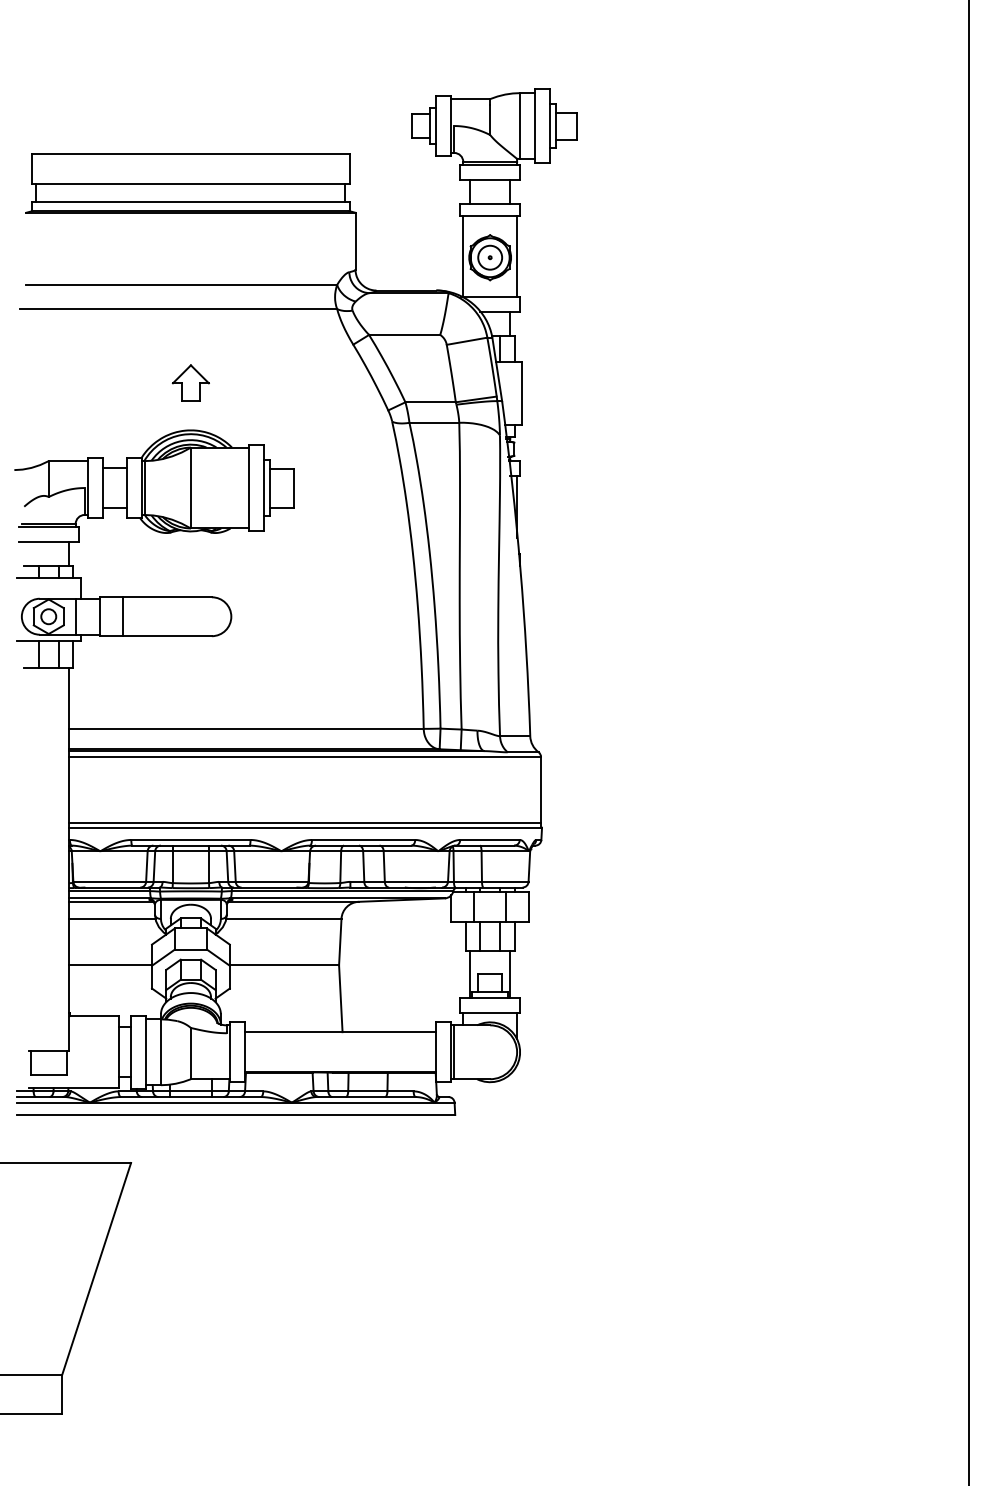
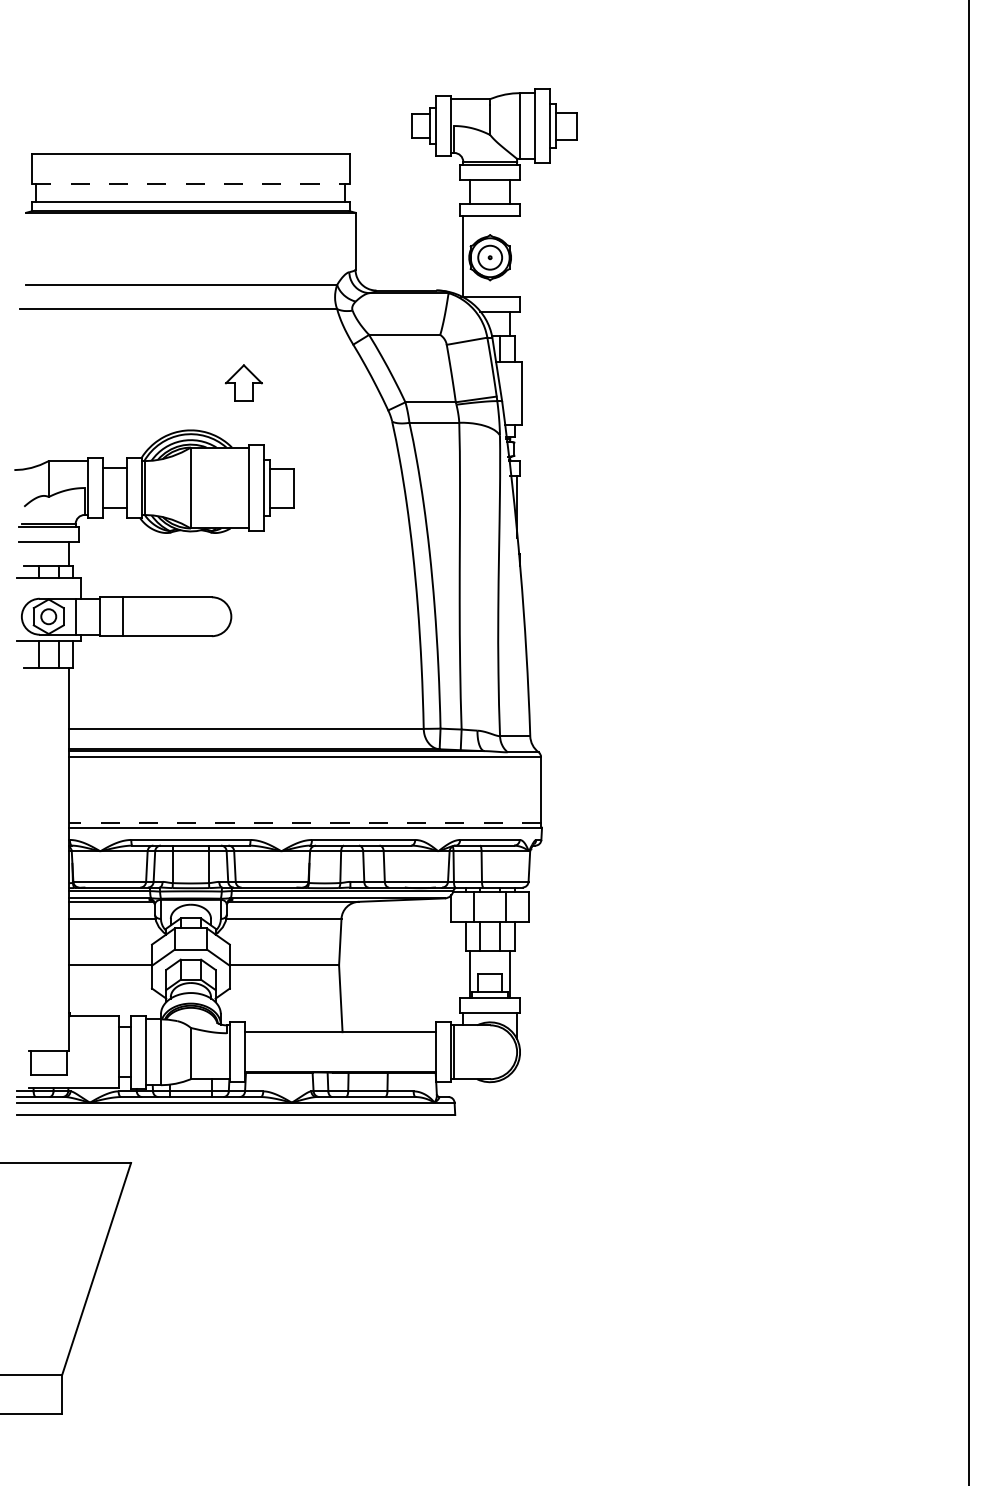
line at (190, 184): solid -> dashed
line at (517, 255): present -> none
part at (190, 382) position: (190, 382) -> (243, 382)
line at (304, 823): solid -> dashed
